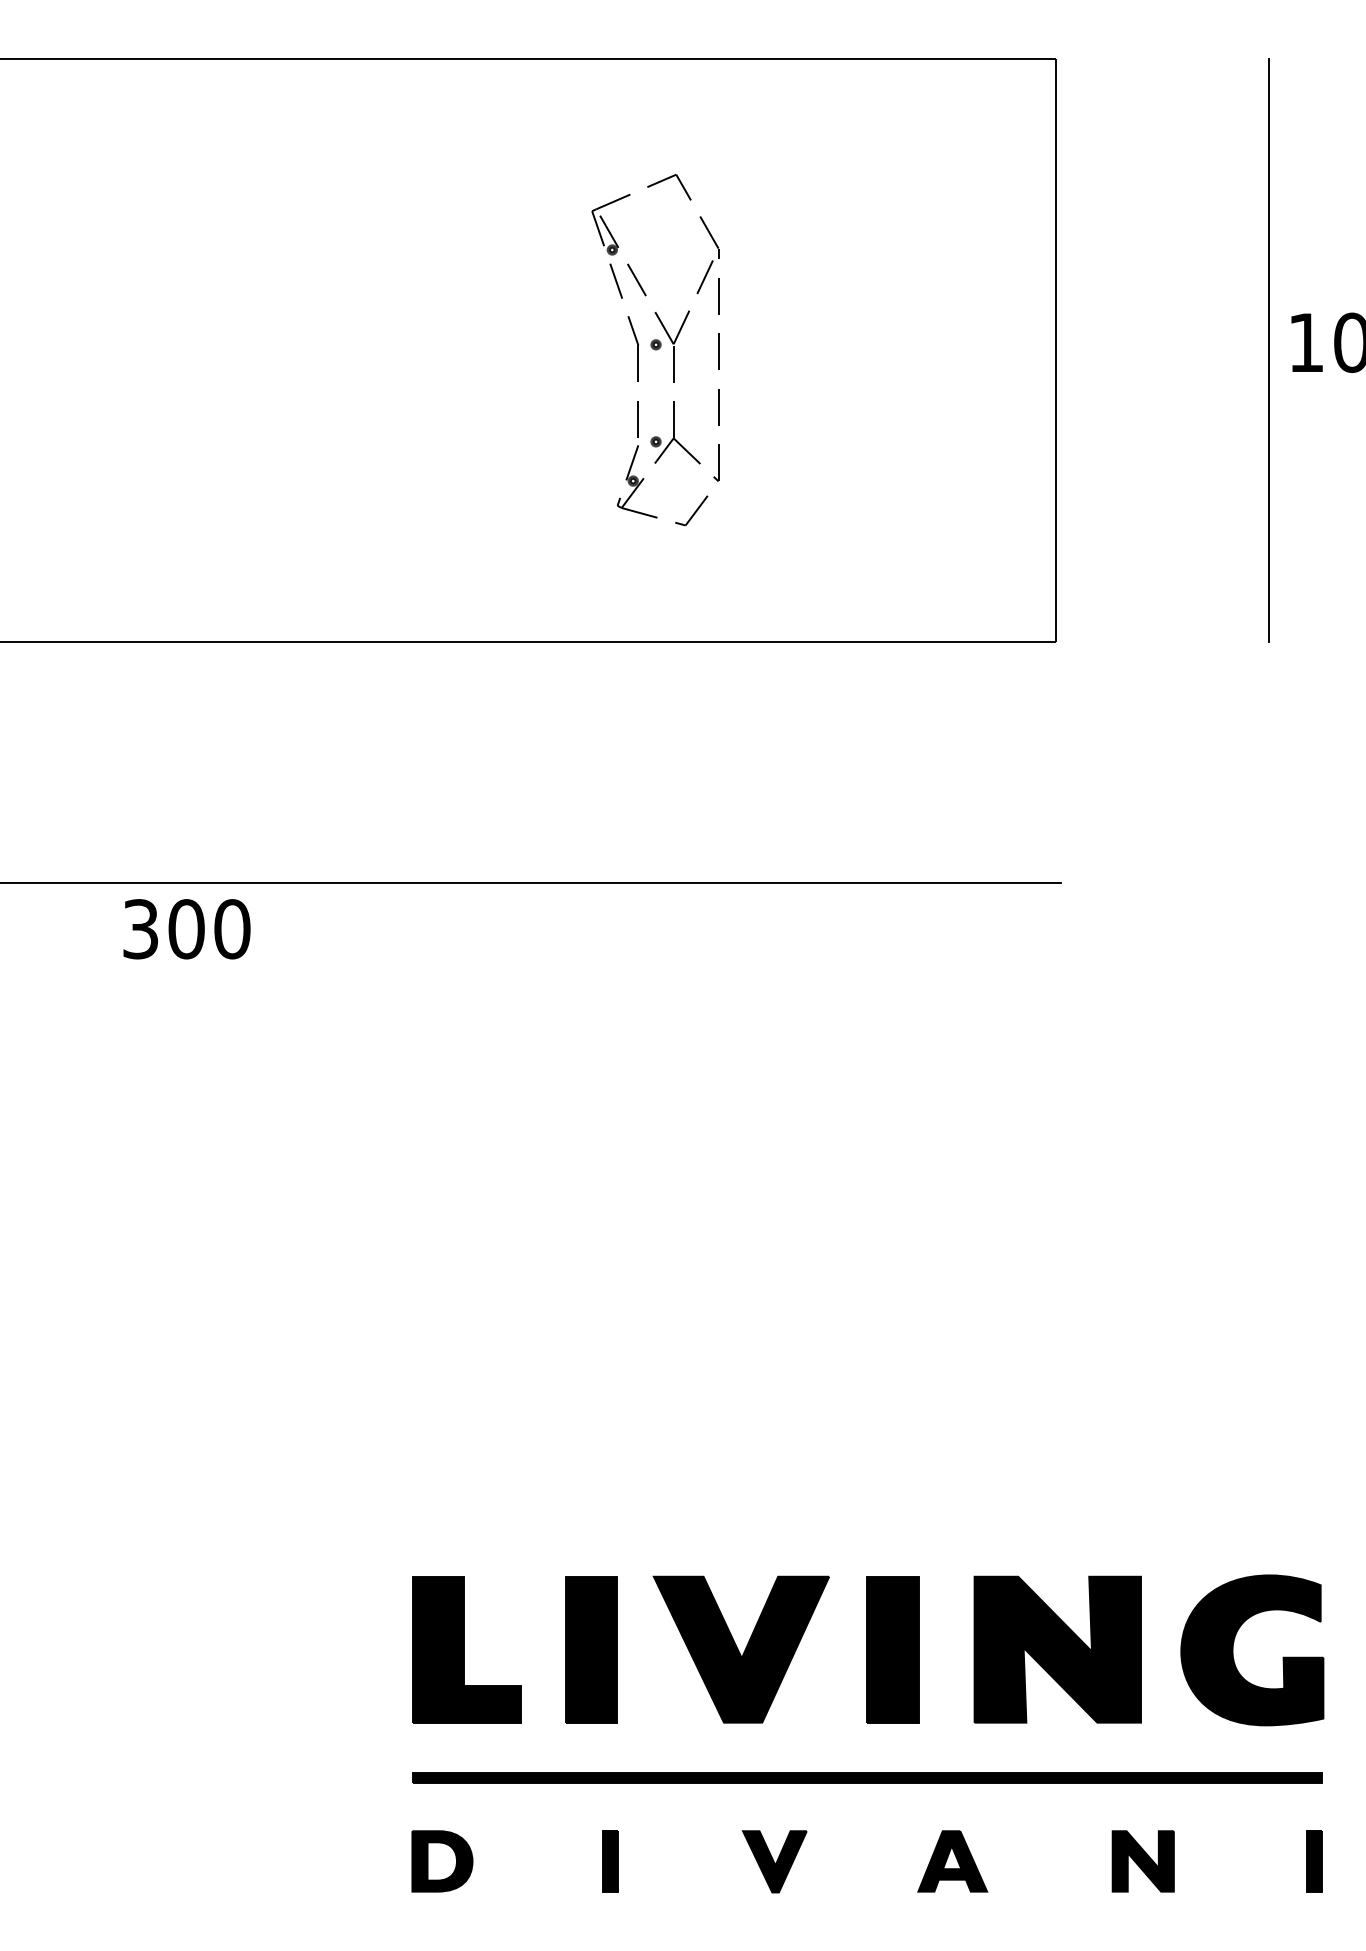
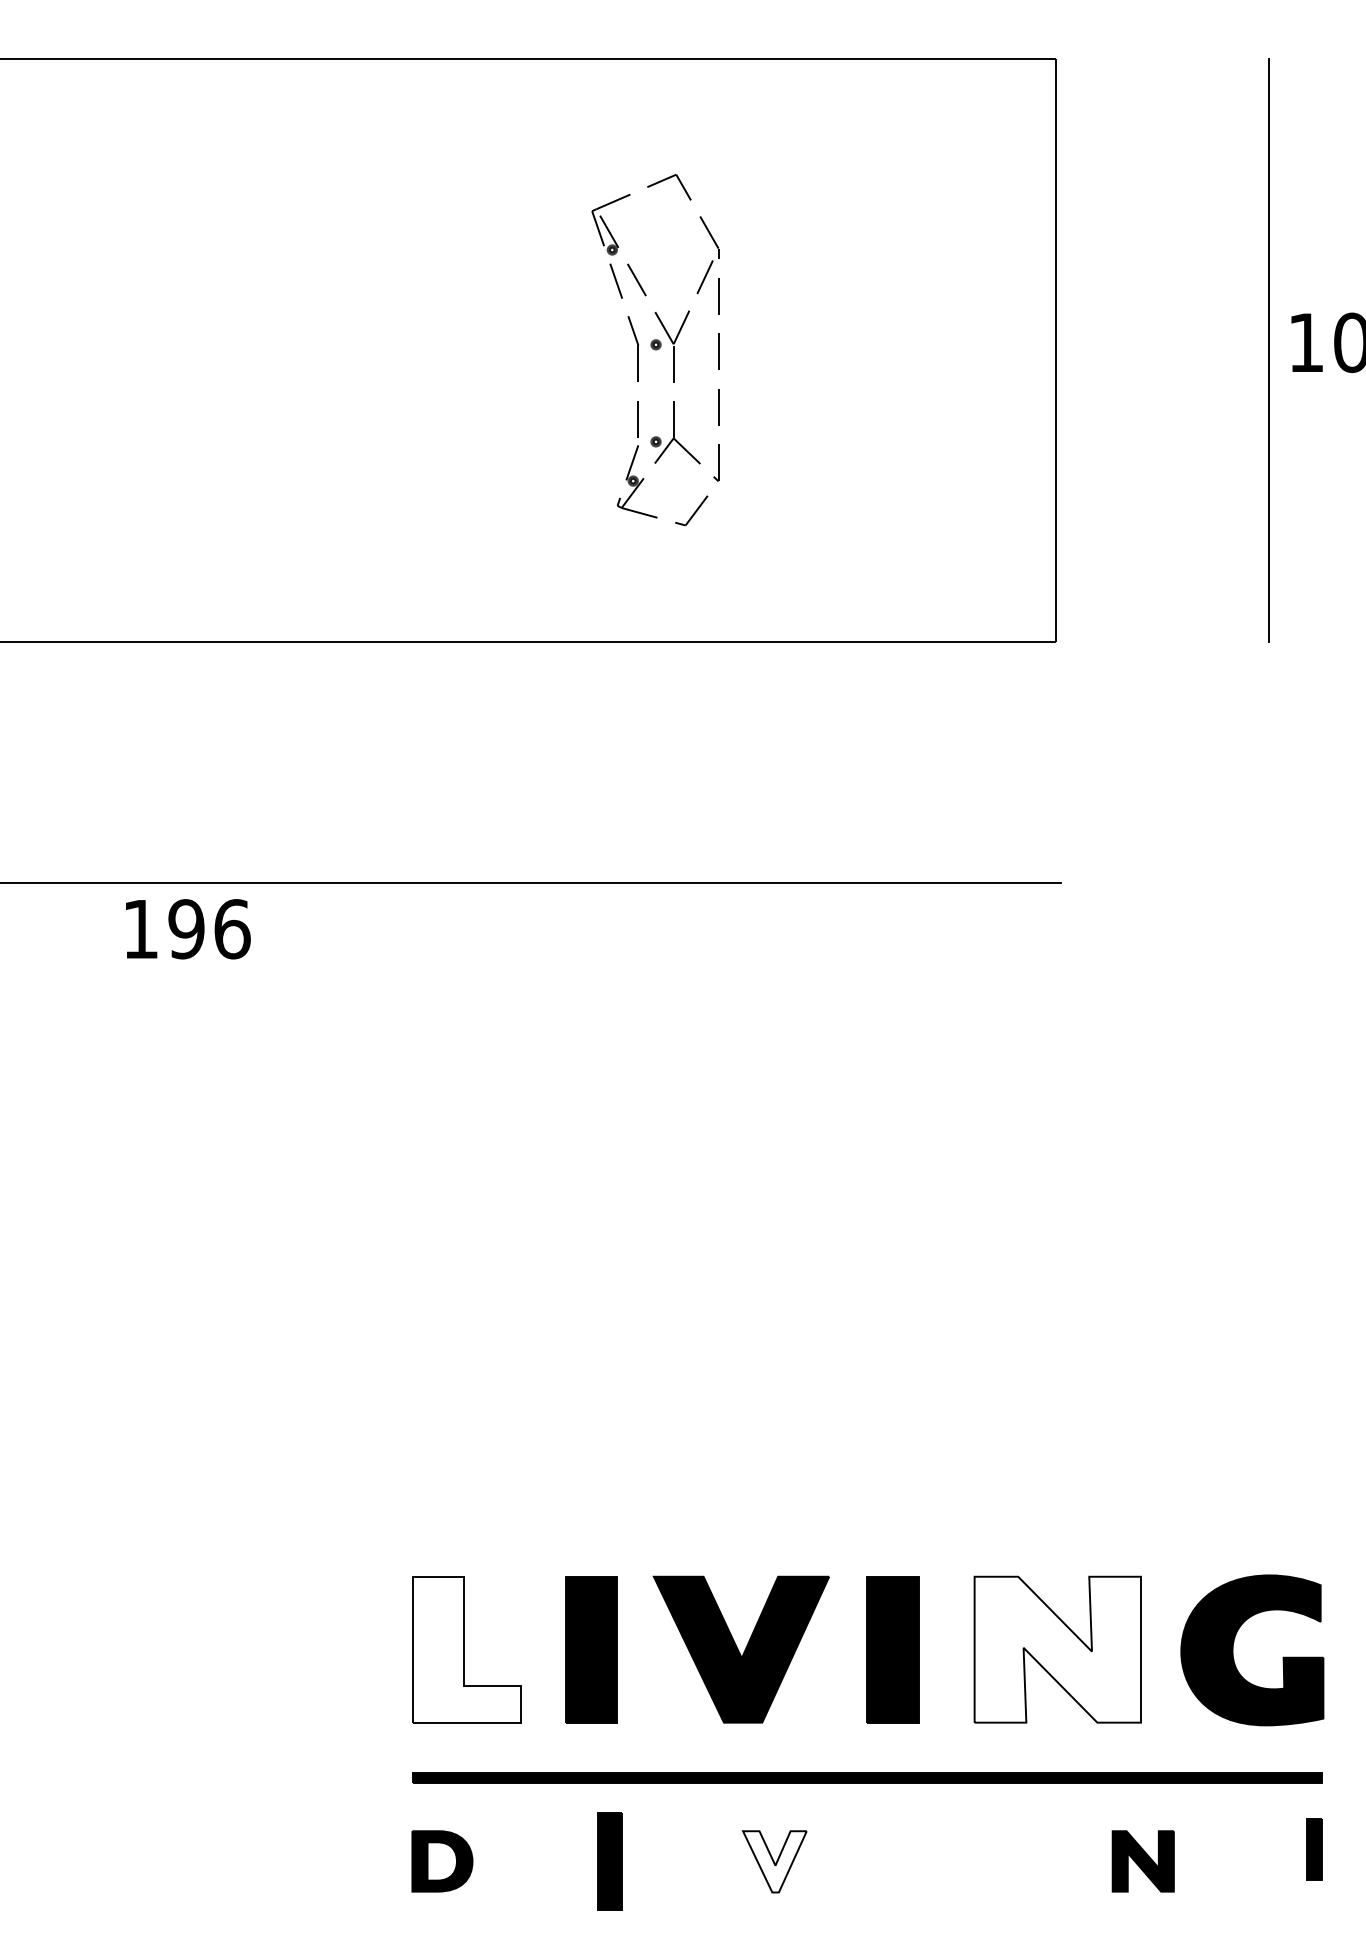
text at (186, 929): 300 -> 196
fill at (467, 1649): present -> none
fill at (1057, 1649): present -> none
part at (610, 1861) size: 17x63 px -> 26x99 px
fill at (774, 1861): present -> none
part at (952, 1861): present -> none
part at (1314, 1861) position: (1314, 1861) -> (1314, 1849)
